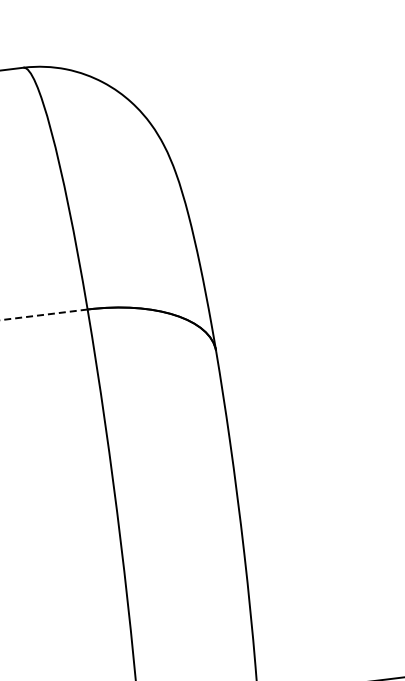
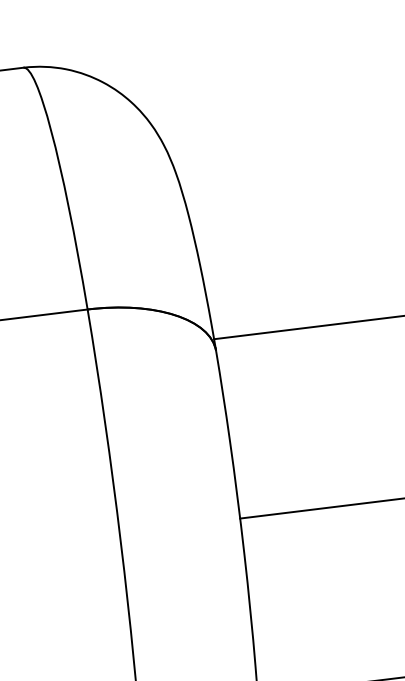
line at (43, 314): dashed -> solid
line at (307, 327): none -> present
line at (320, 508): none -> present
